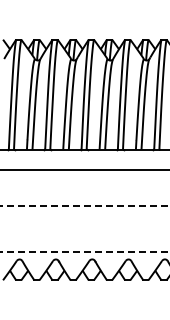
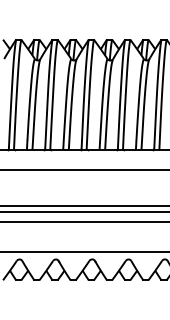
line at (85, 206): dashed -> solid
line at (84, 211): none -> present
line at (84, 222): none -> present
line at (85, 252): dashed -> solid
